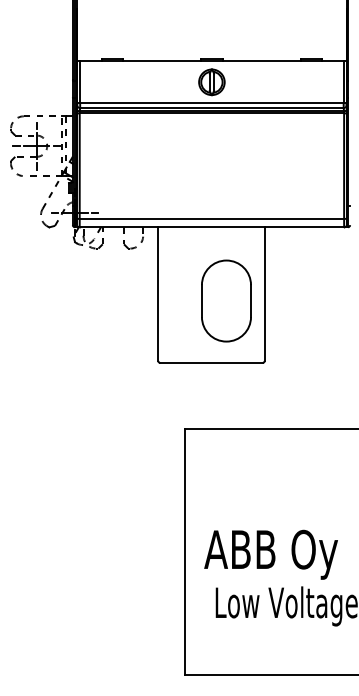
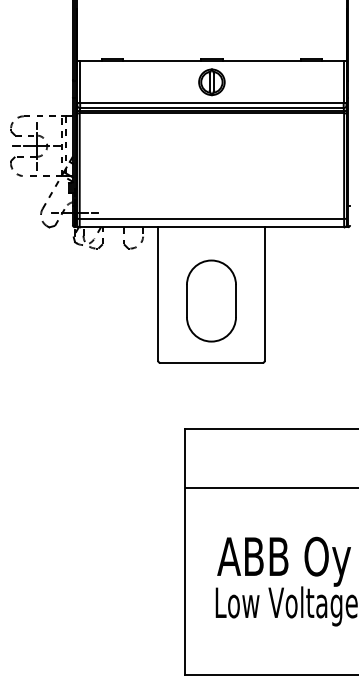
part at (226, 300) position: (226, 300) -> (211, 300)
line at (270, 488): none -> present
text at (270, 554) position: (270, 554) -> (283, 561)
